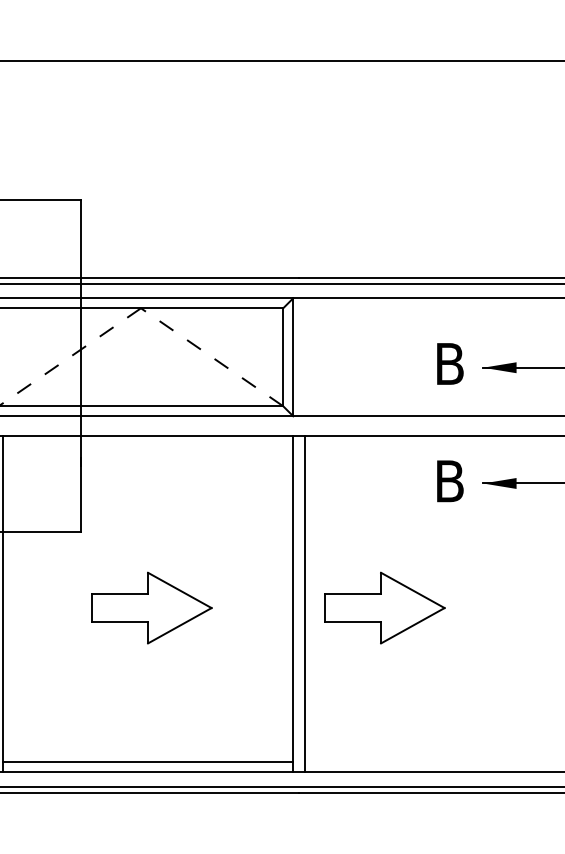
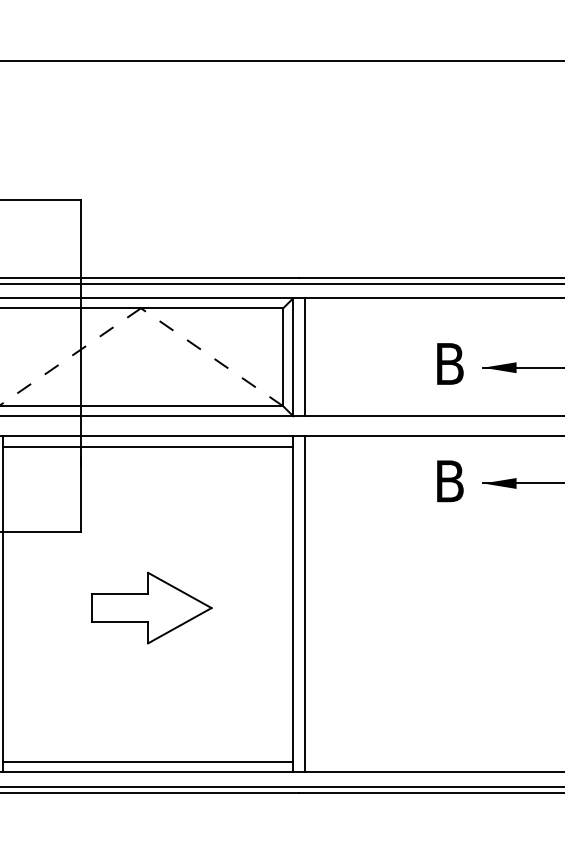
line at (305, 357): none -> present
line at (147, 446): none -> present
part at (384, 607): present -> none
